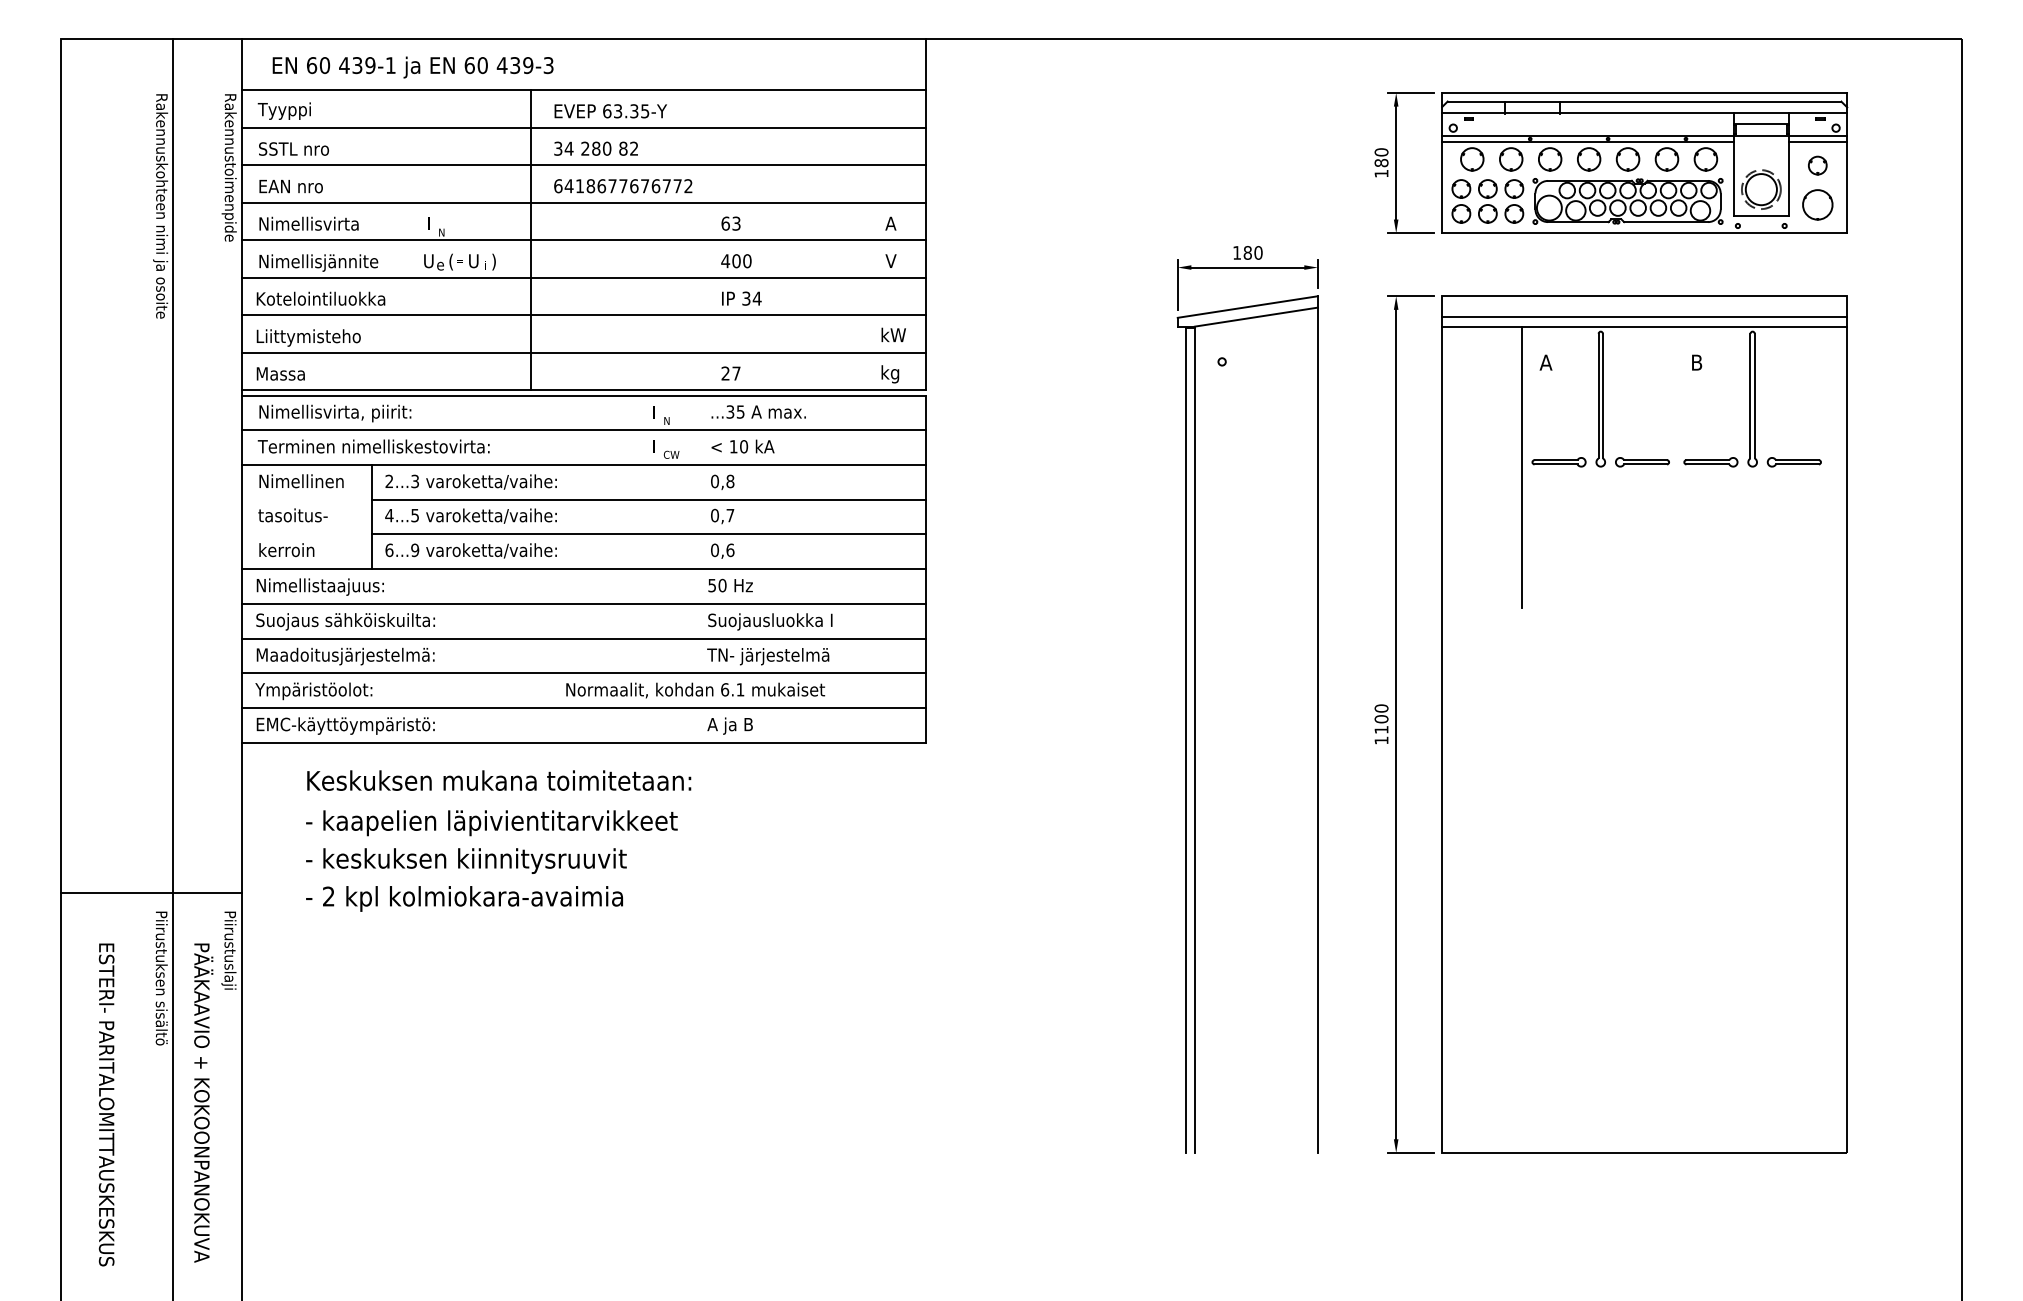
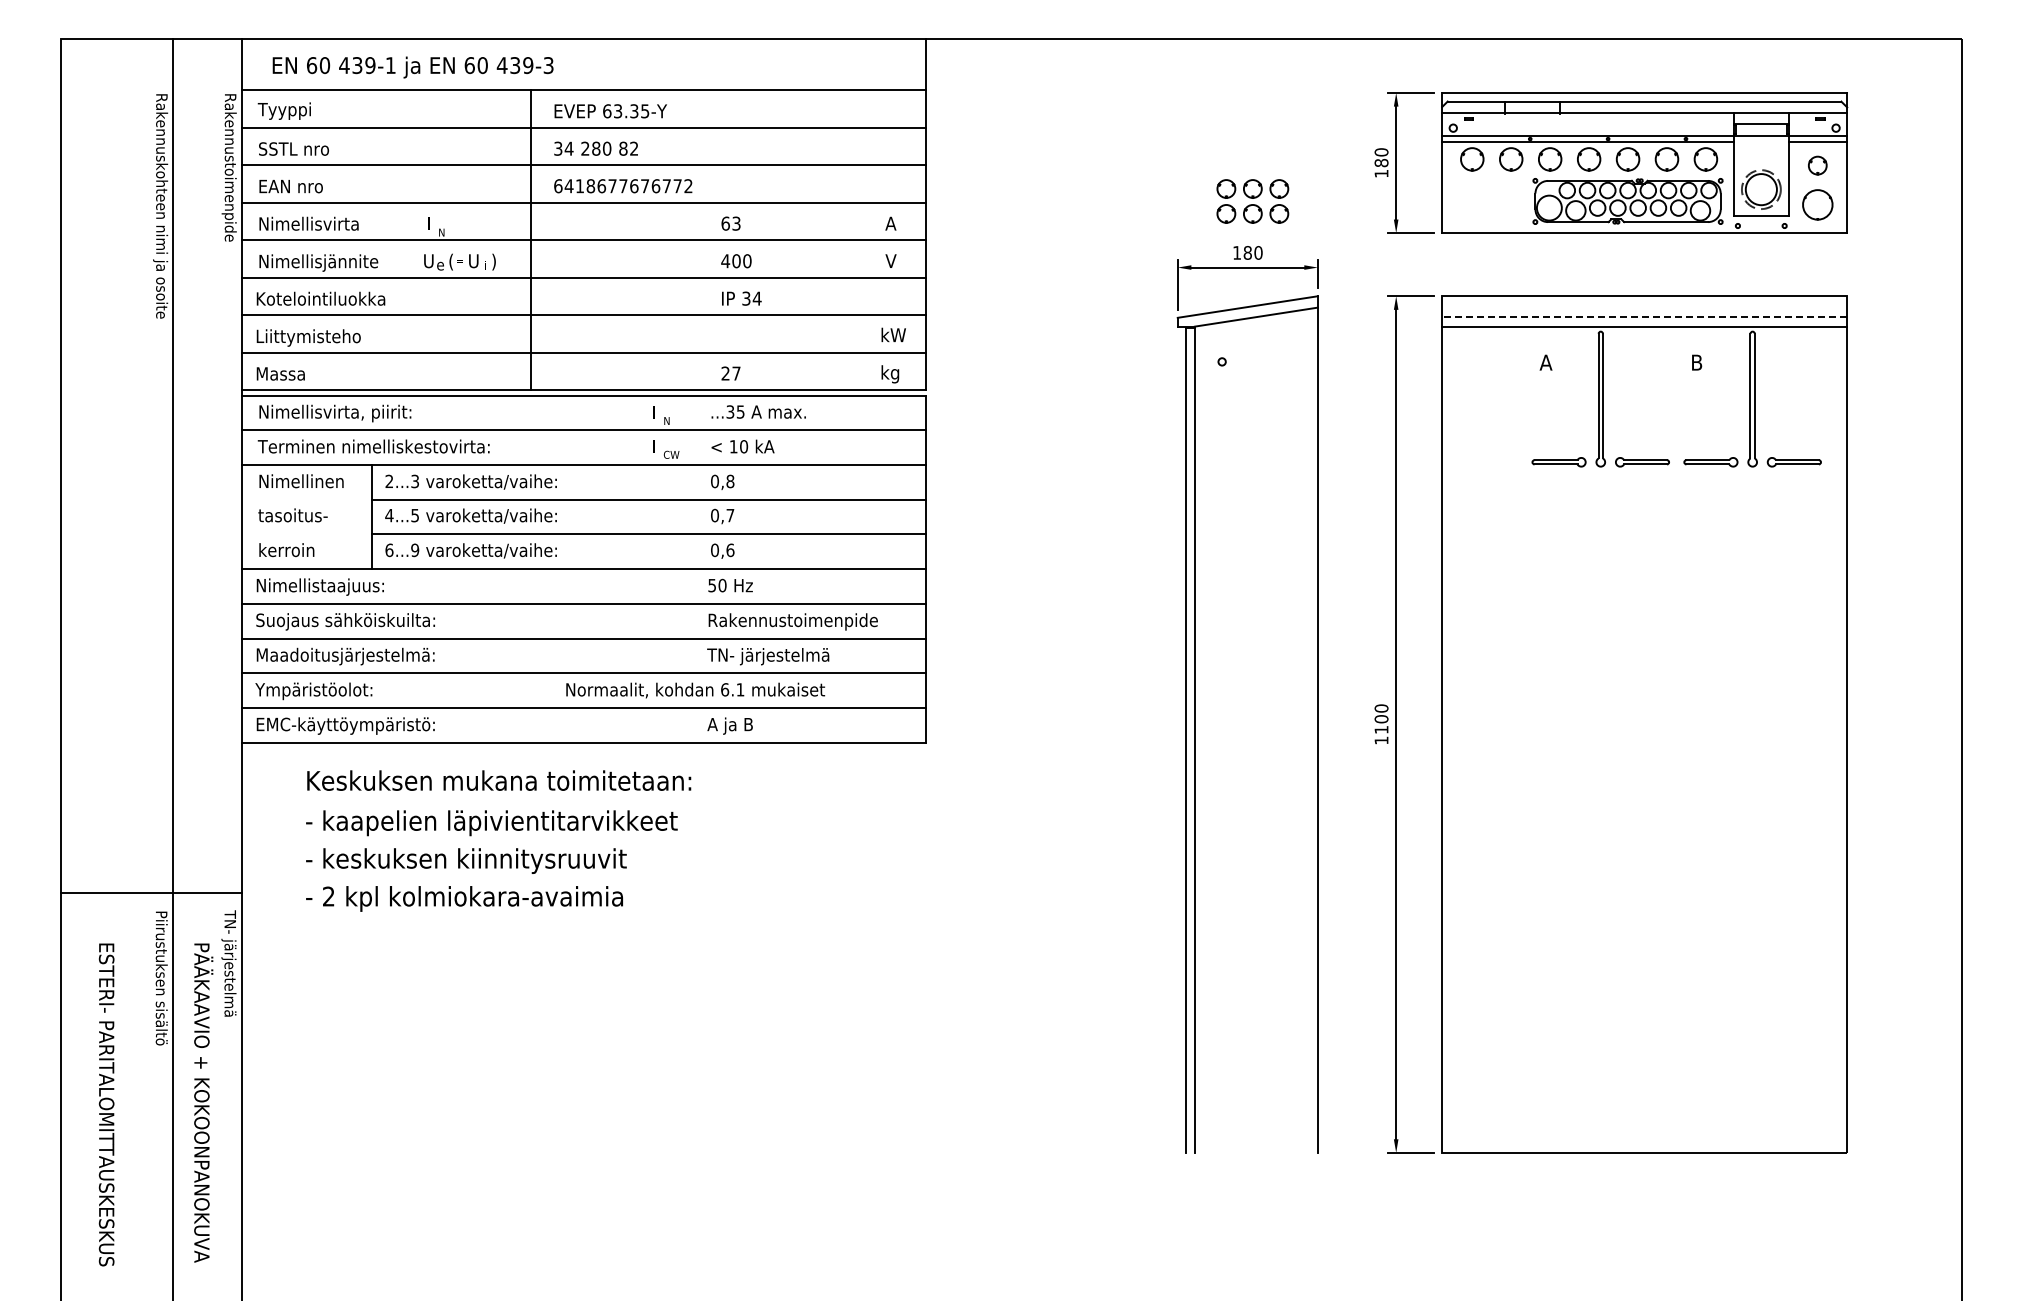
part at (1487, 201) position: (1487, 201) -> (1252, 201)
line at (1644, 317): solid -> dashed
line at (1522, 466): present -> none
text at (792, 621): Suojausluokka I -> Rakennustoimenpide
text at (228, 963): Piirustuslaji -> TN- järjestelmä
